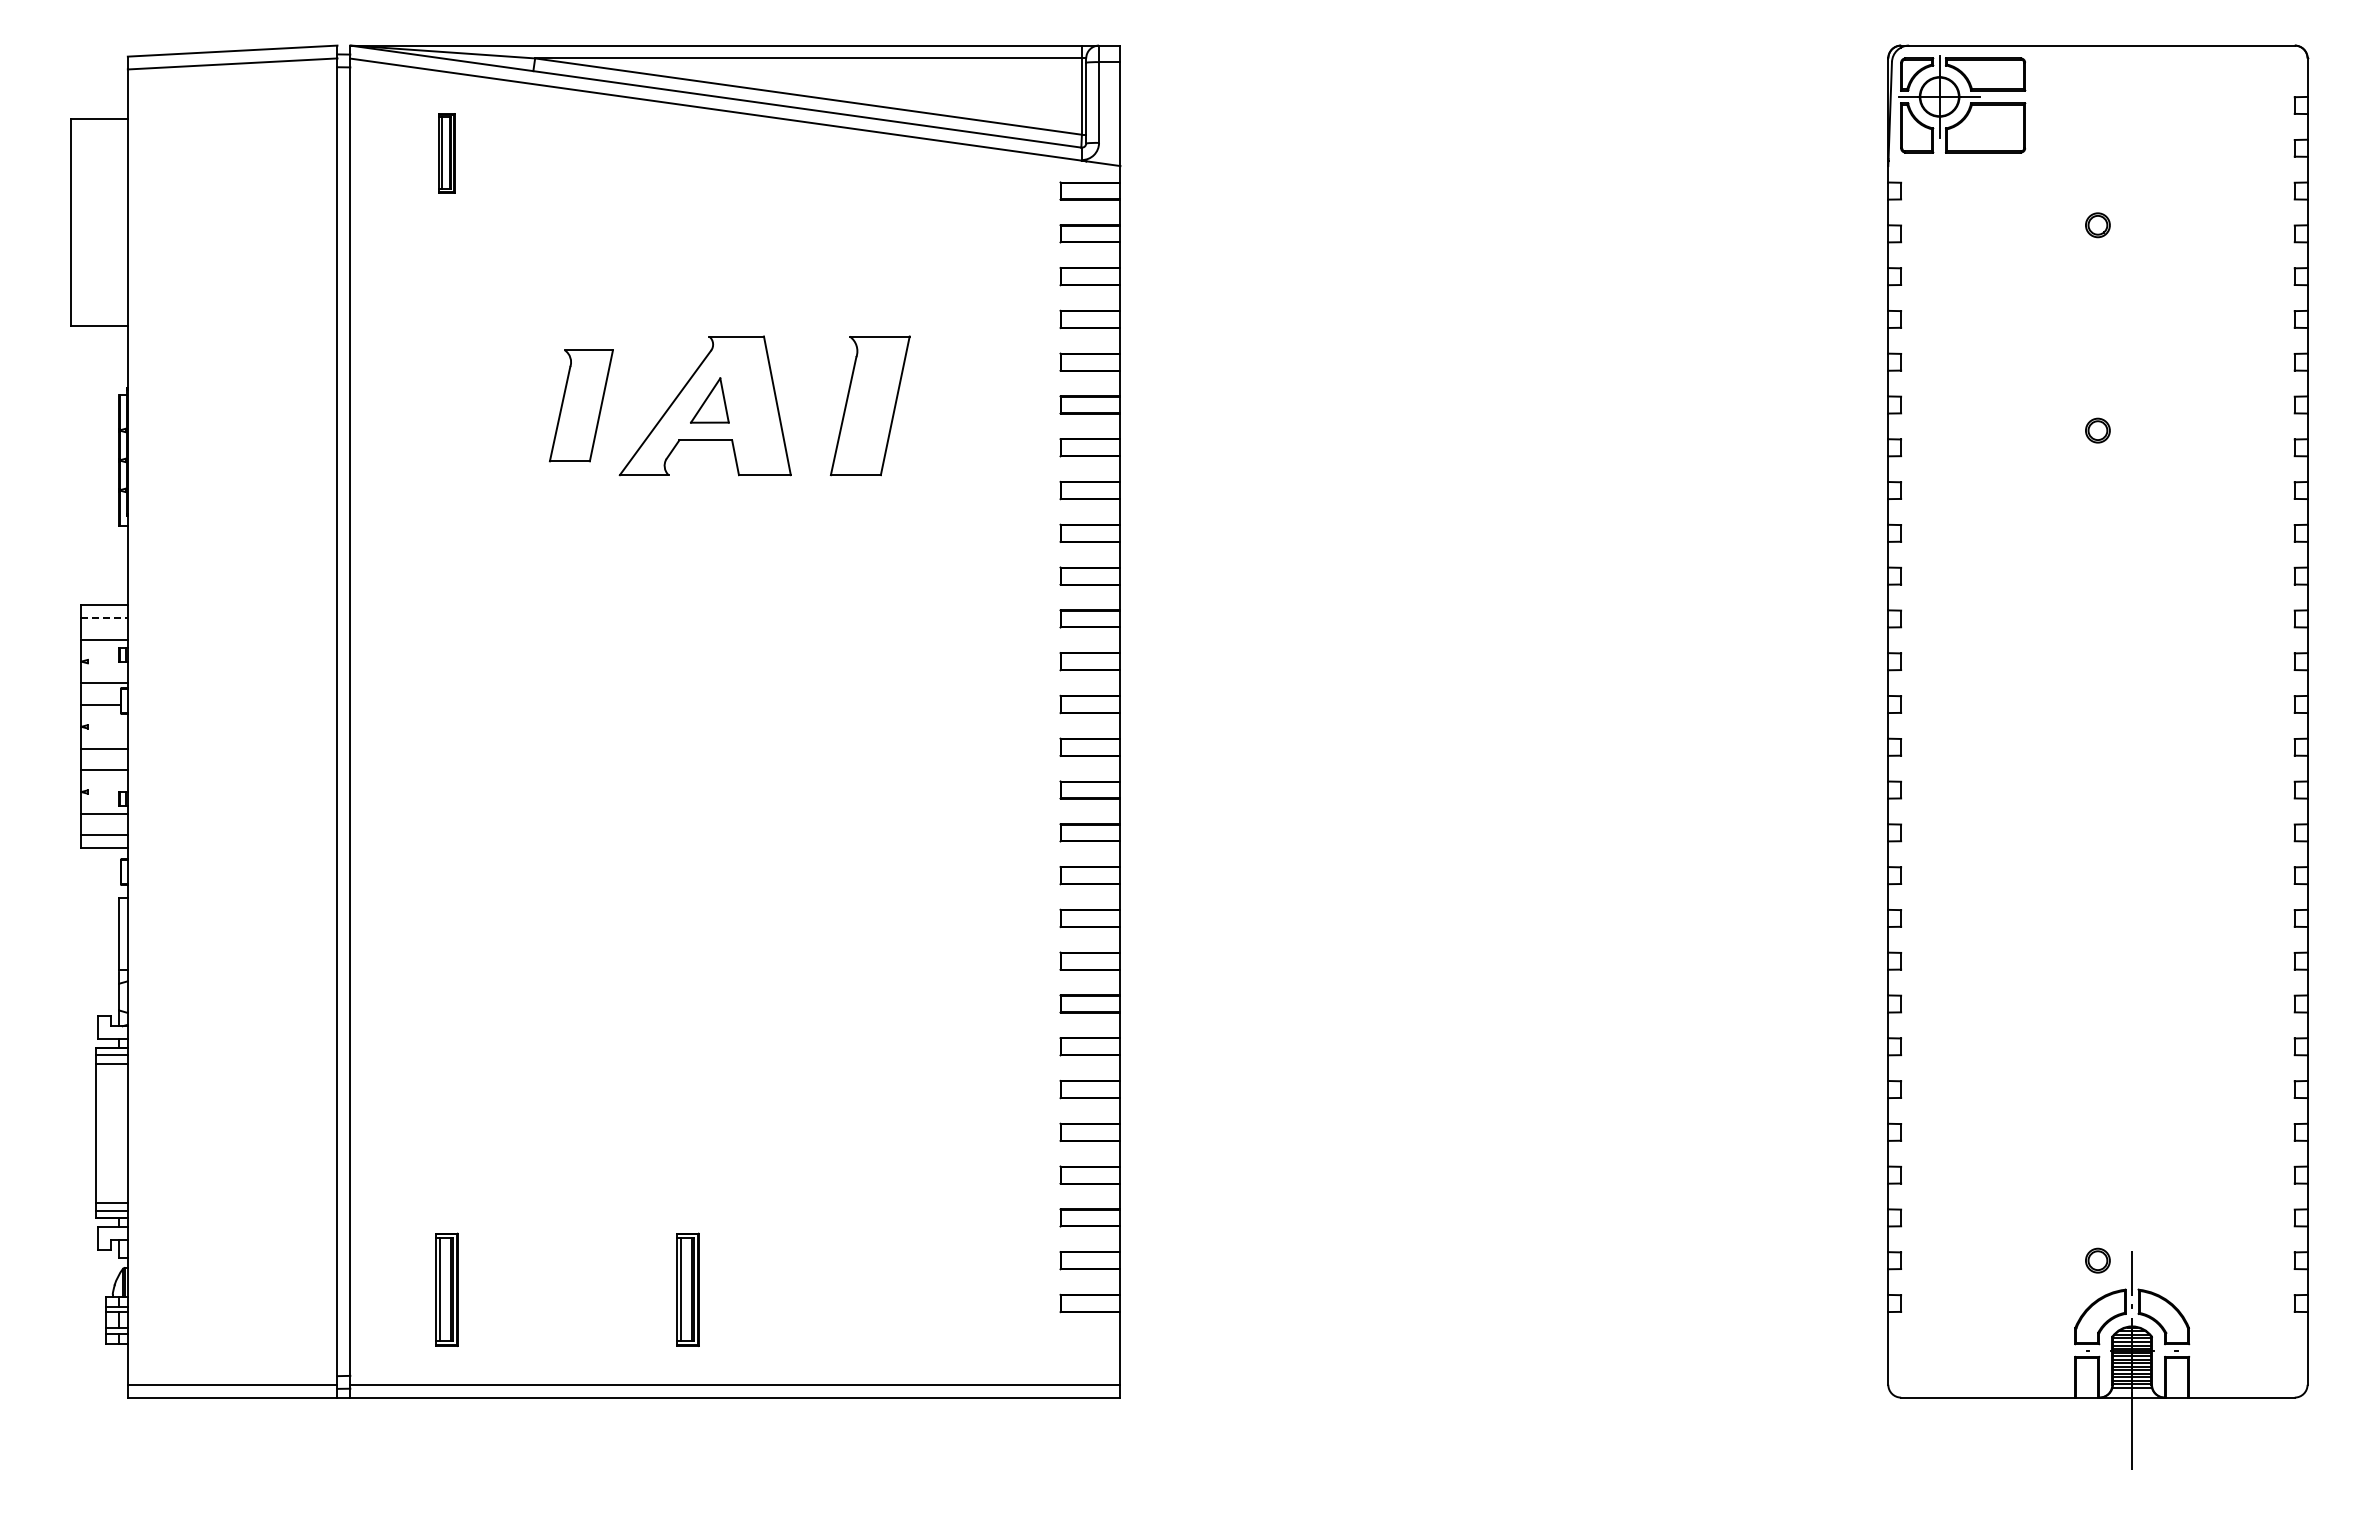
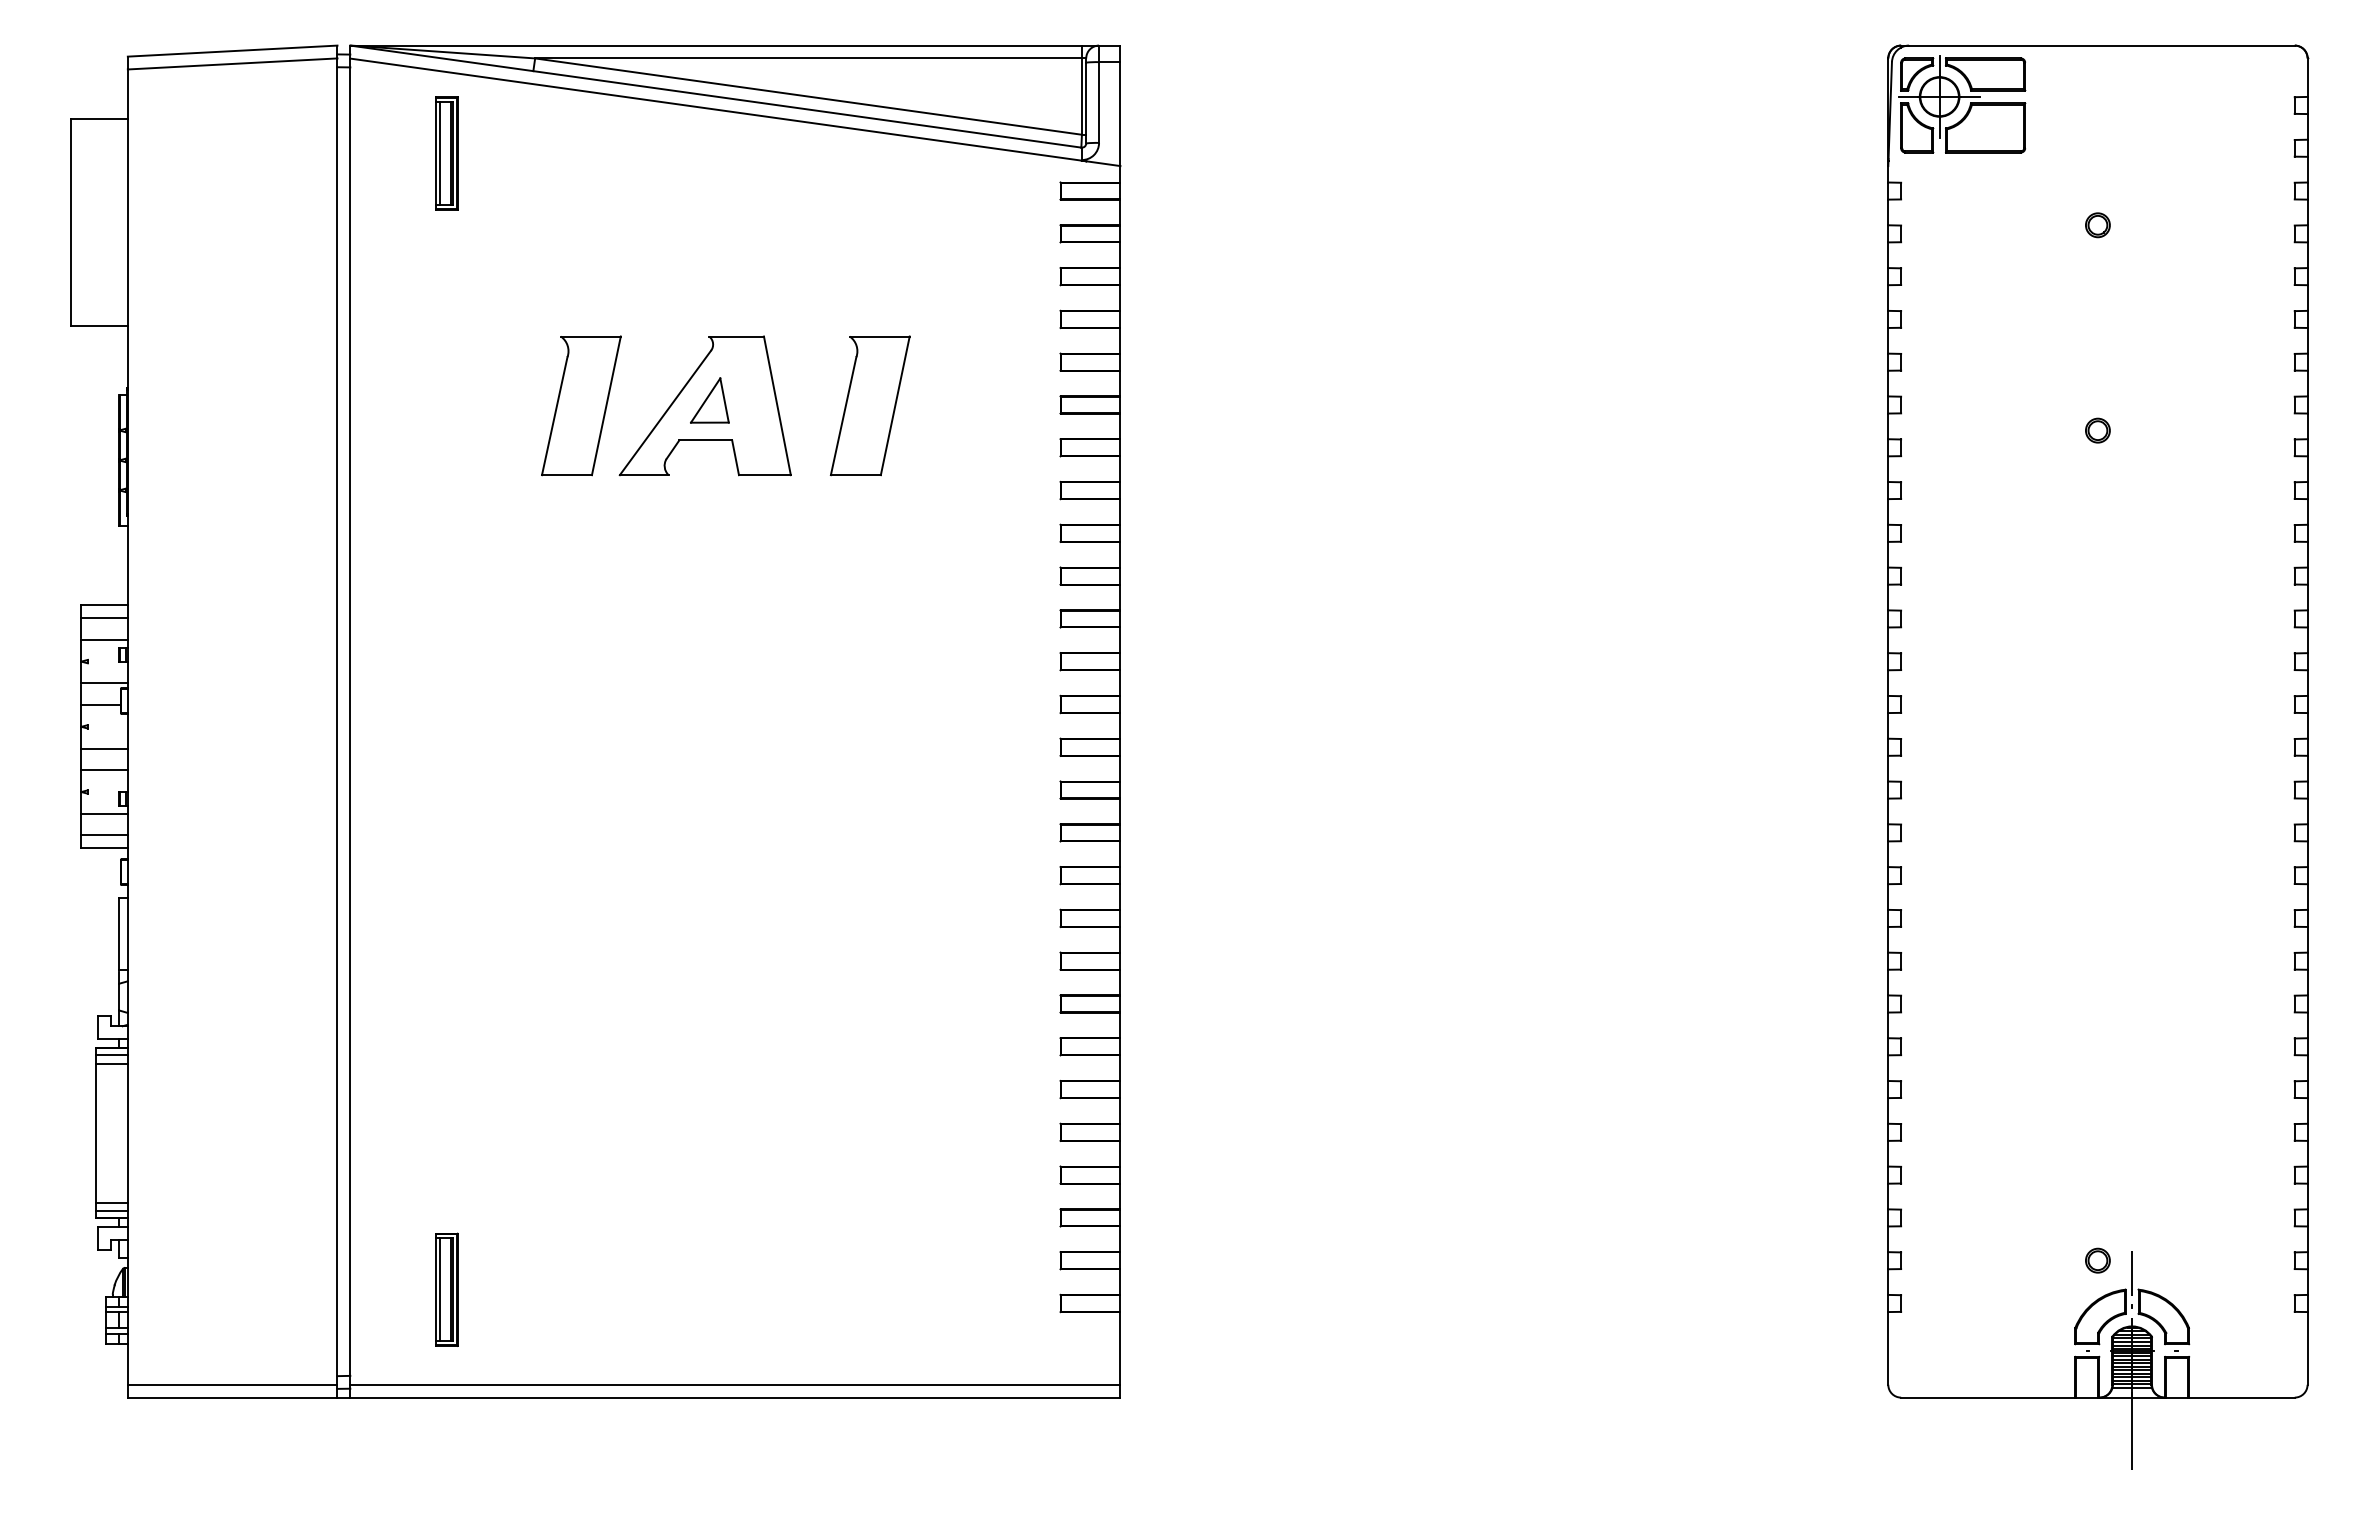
part at (446, 153) size: 18x81 px -> 24x115 px
part at (581, 405) size: 65x114 px -> 81x142 px
line at (105, 618): dashed -> solid
part at (687, 1289): present -> none
